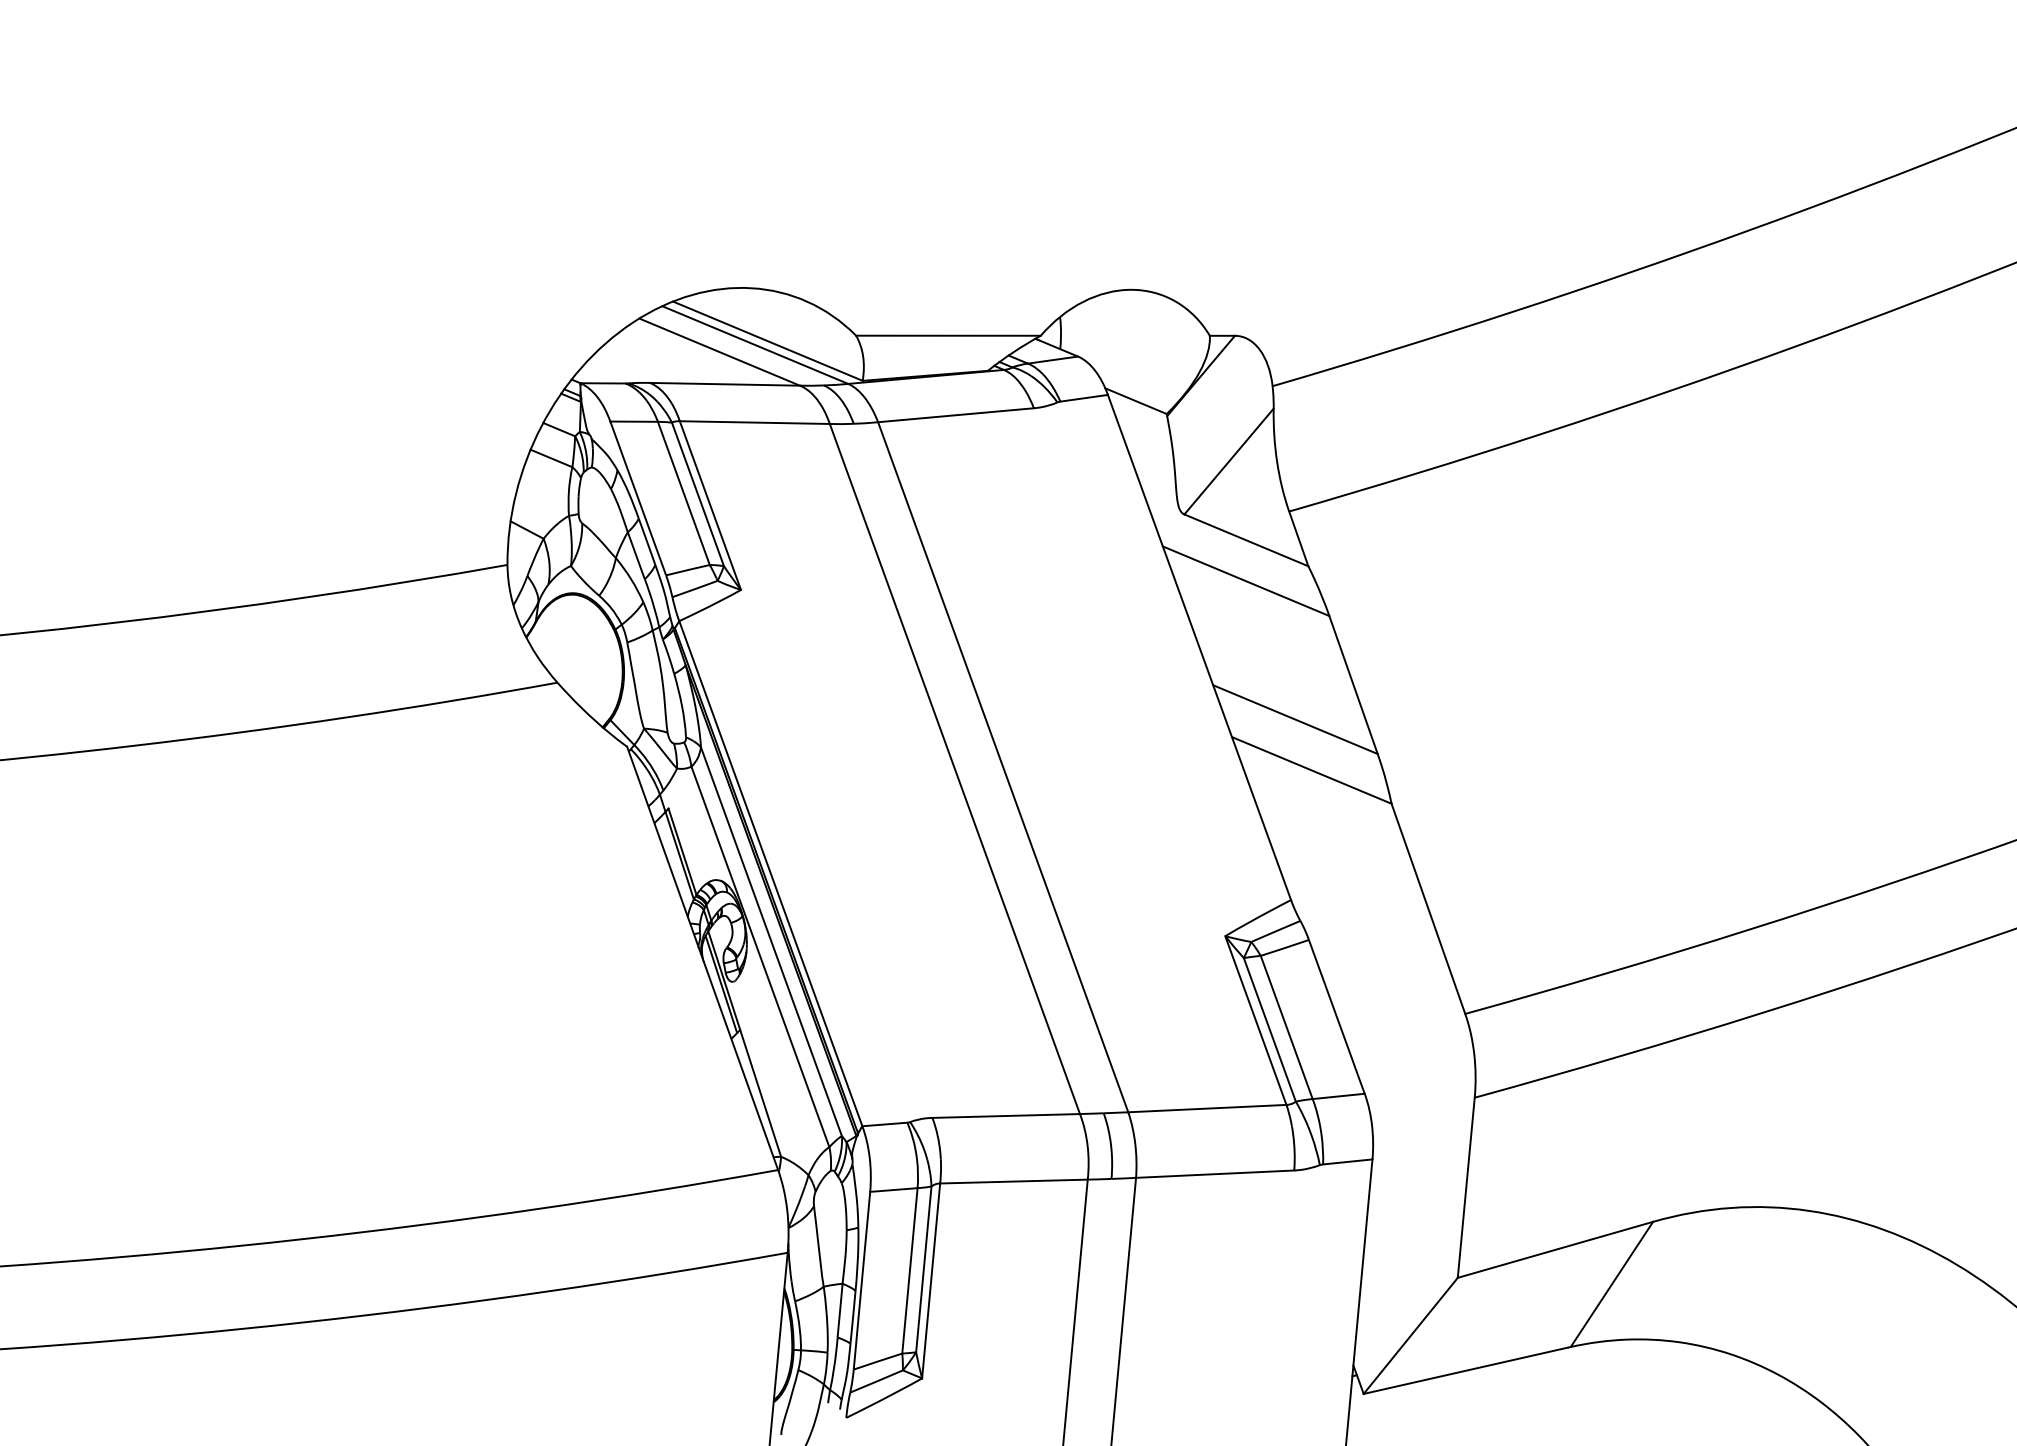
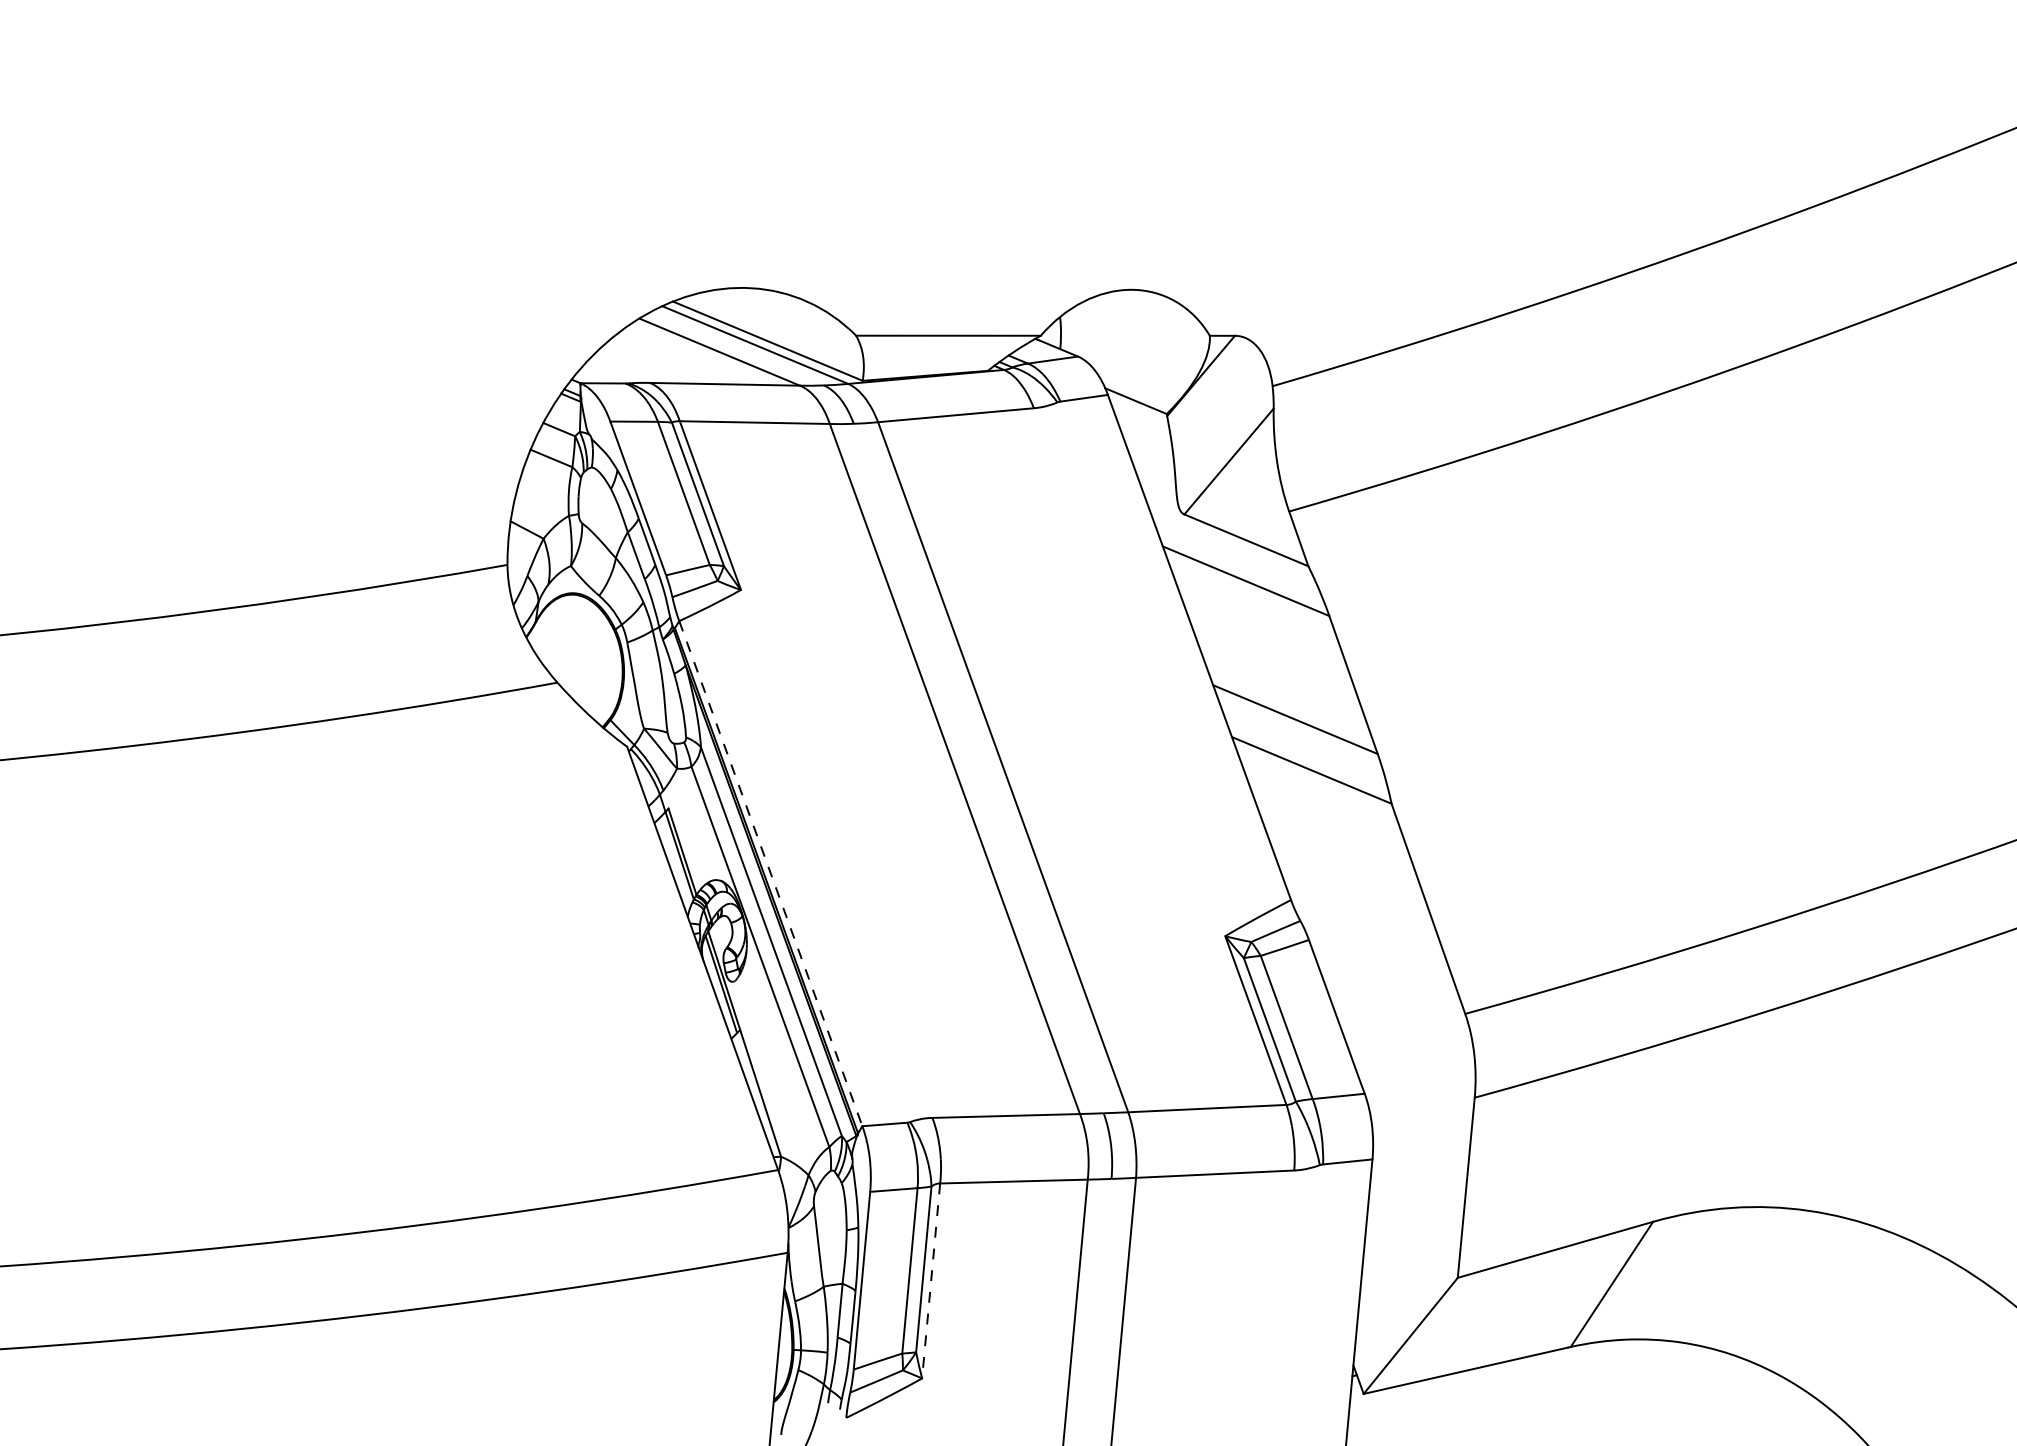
line at (770, 873): solid -> dashed
line at (931, 1280): solid -> dashed
